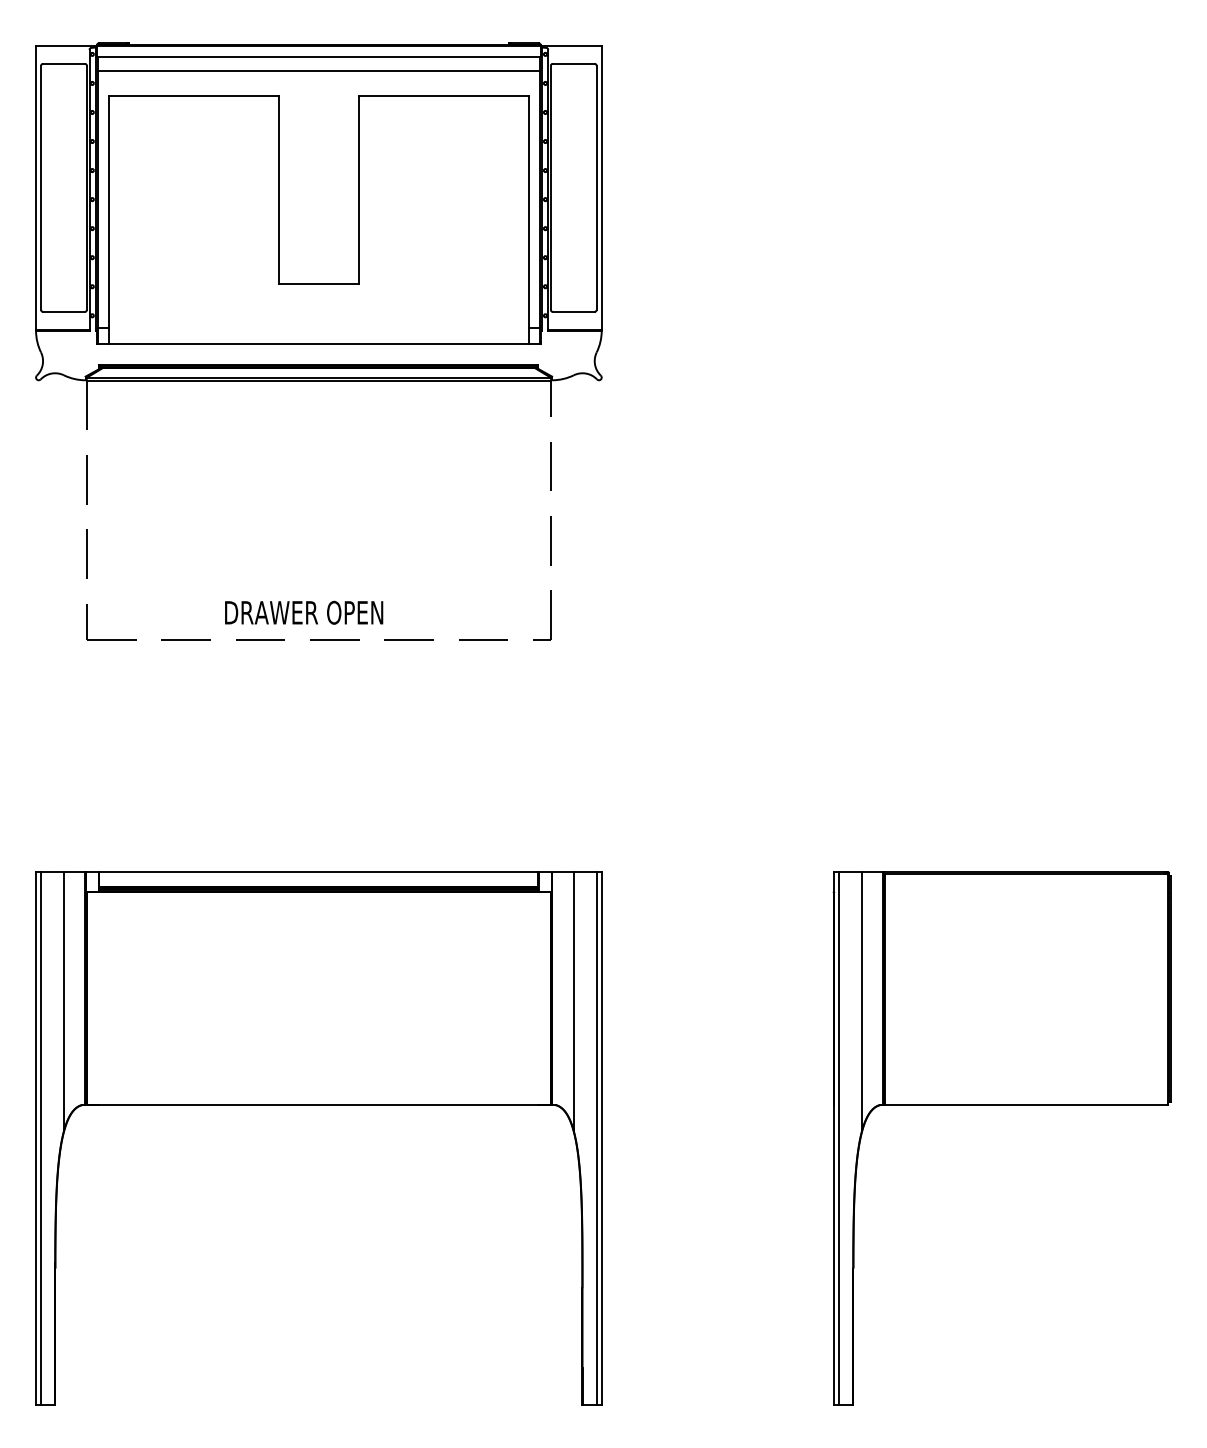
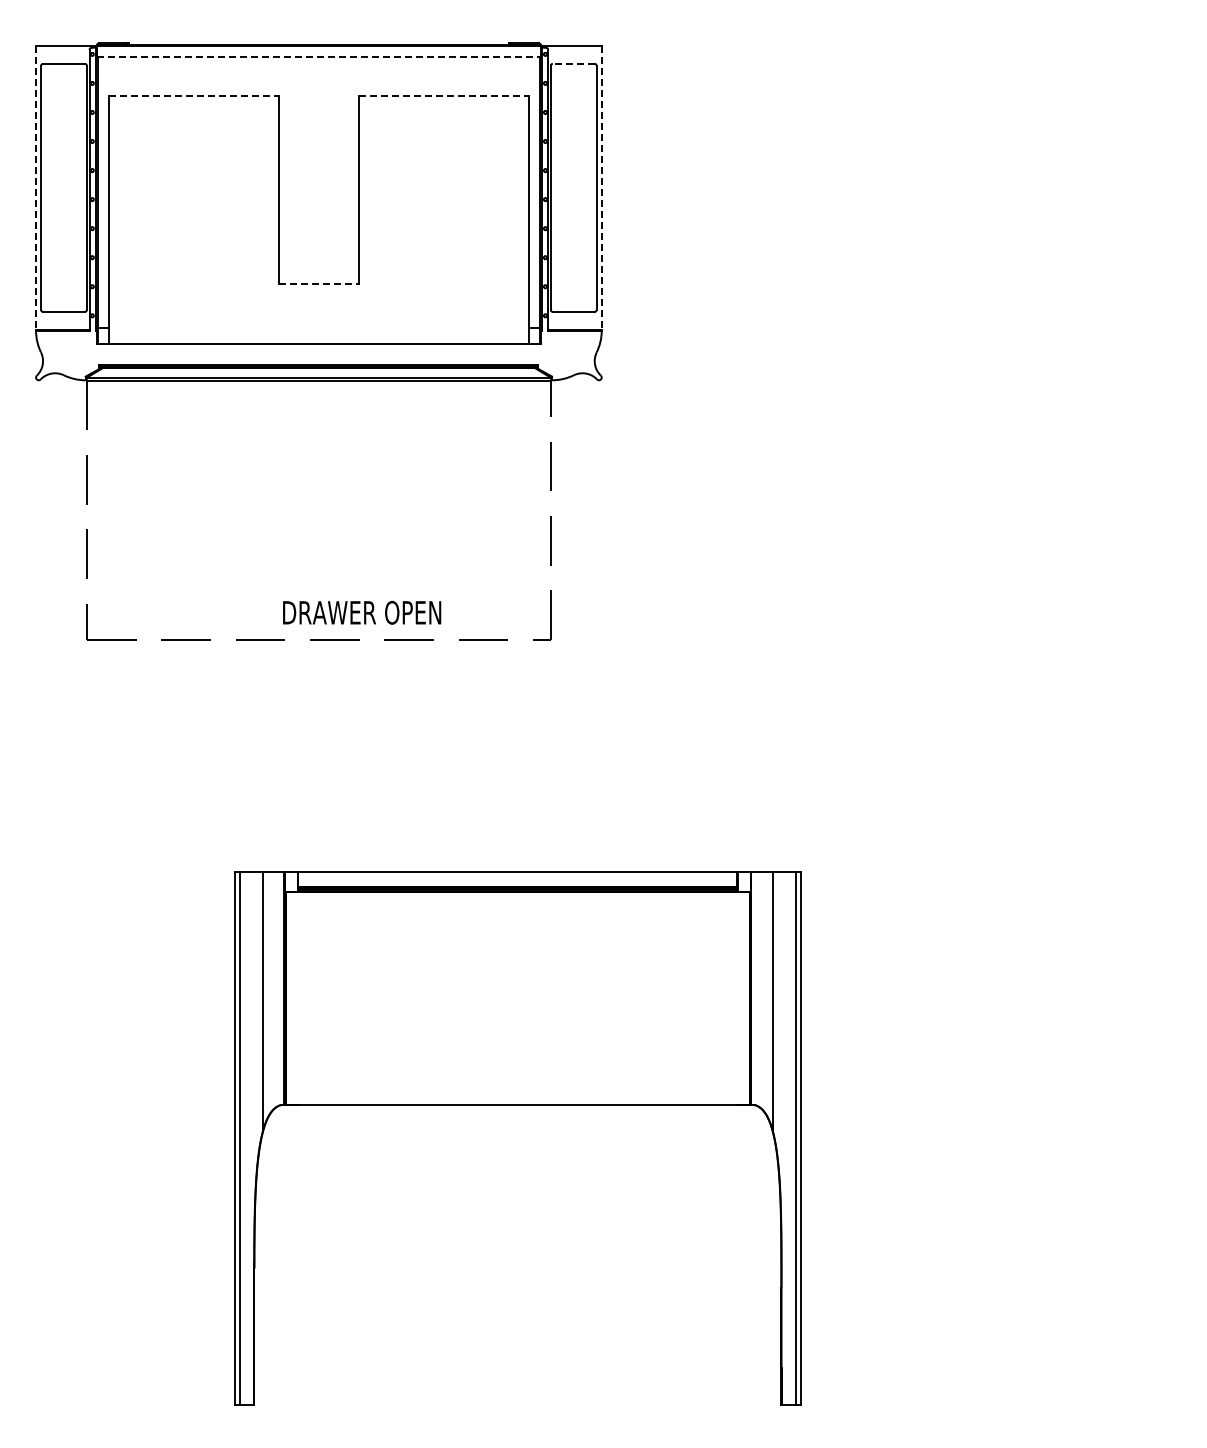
line at (318, 56): solid -> dashed
line at (573, 63): solid -> dashed
line at (318, 71): present -> none
line at (194, 96): solid -> dashed
line at (444, 96): solid -> dashed
line at (36, 187): solid -> dashed
line at (601, 187): solid -> dashed
line at (318, 283): solid -> dashed
text at (304, 612) position: (304, 612) -> (362, 612)
part at (318, 1105) position: (318, 1105) -> (517, 1105)
part at (1001, 1105): present -> none
